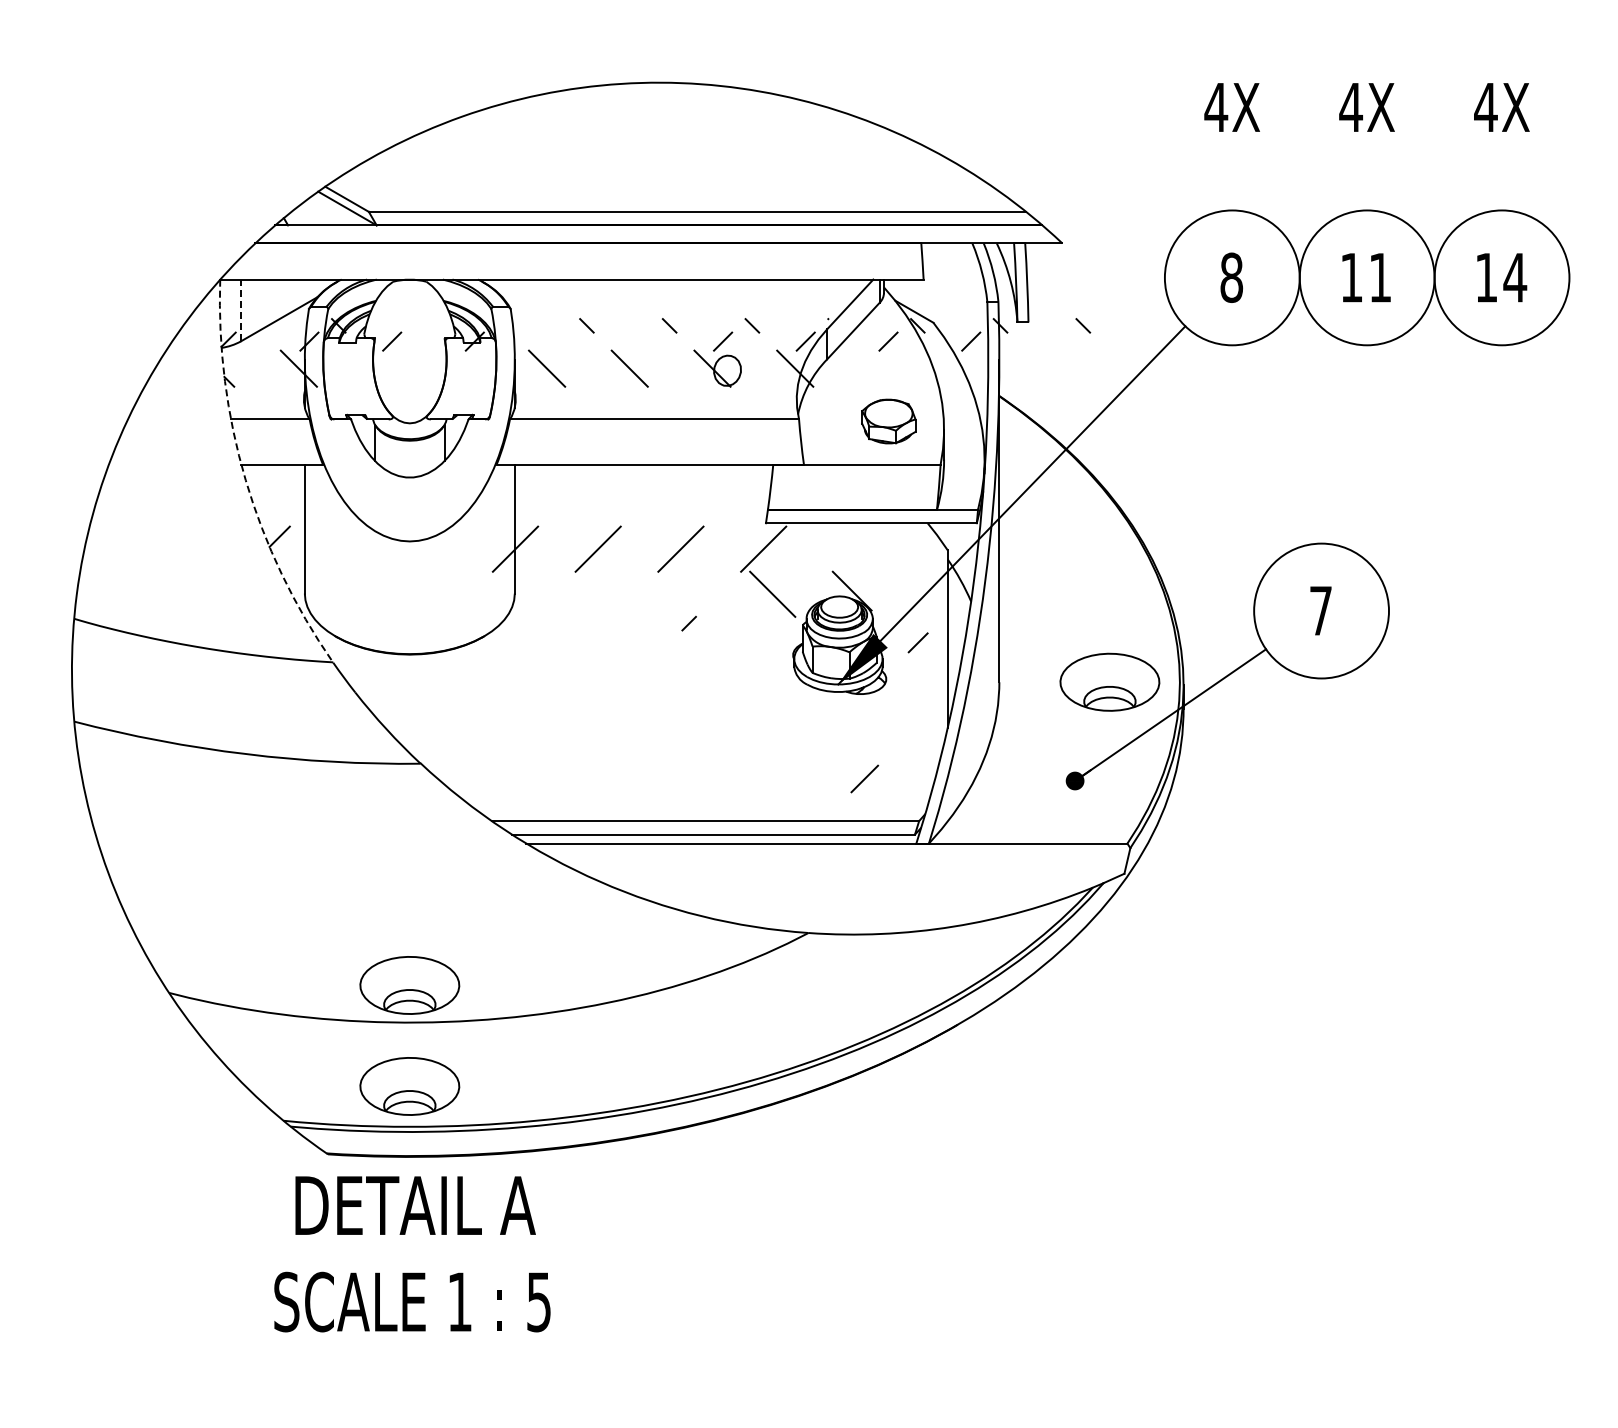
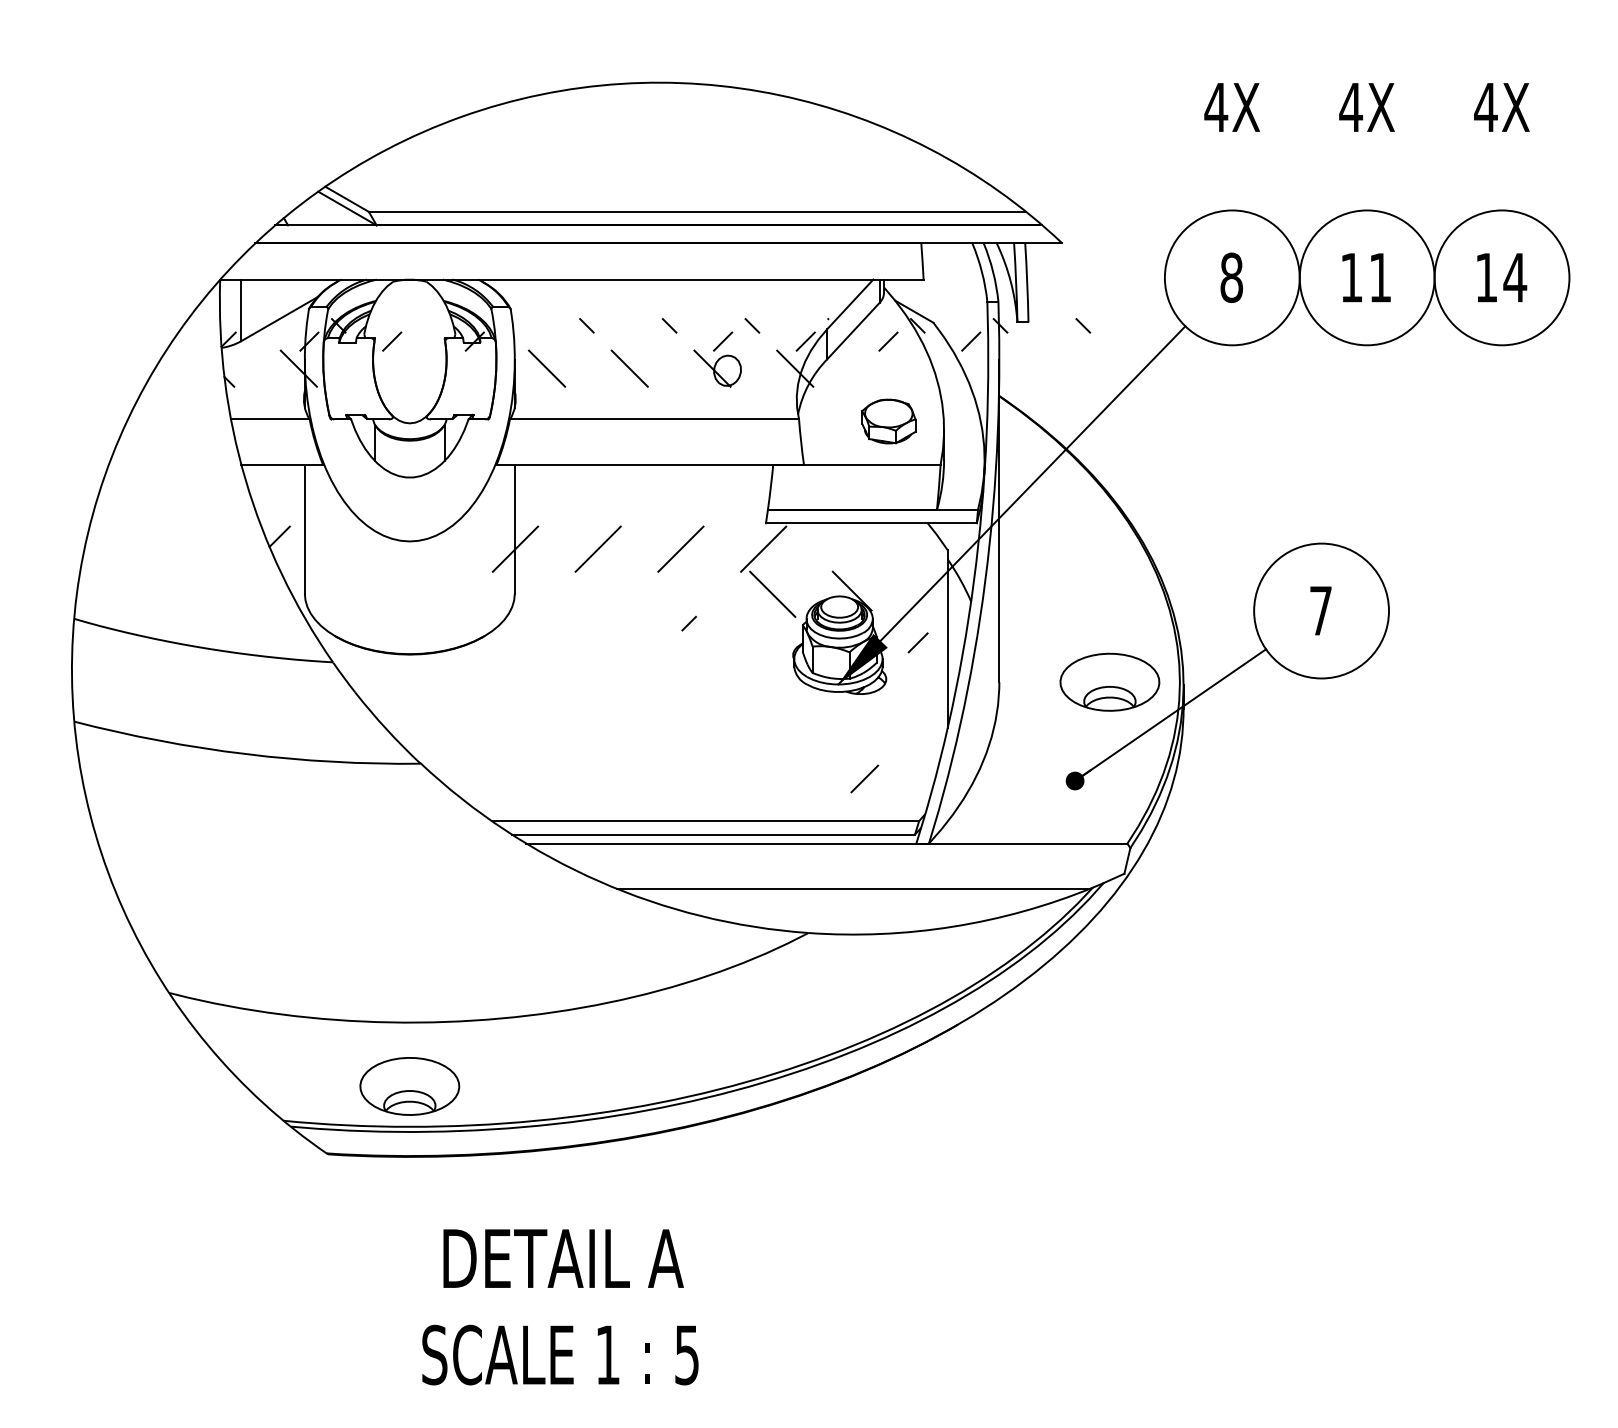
line at (240, 310): dashed -> solid
arc at (245, 480): dashed -> solid
line at (853, 888): none -> present
part at (409, 985): present -> none
text at (412, 1254) position: (412, 1254) -> (560, 1307)
